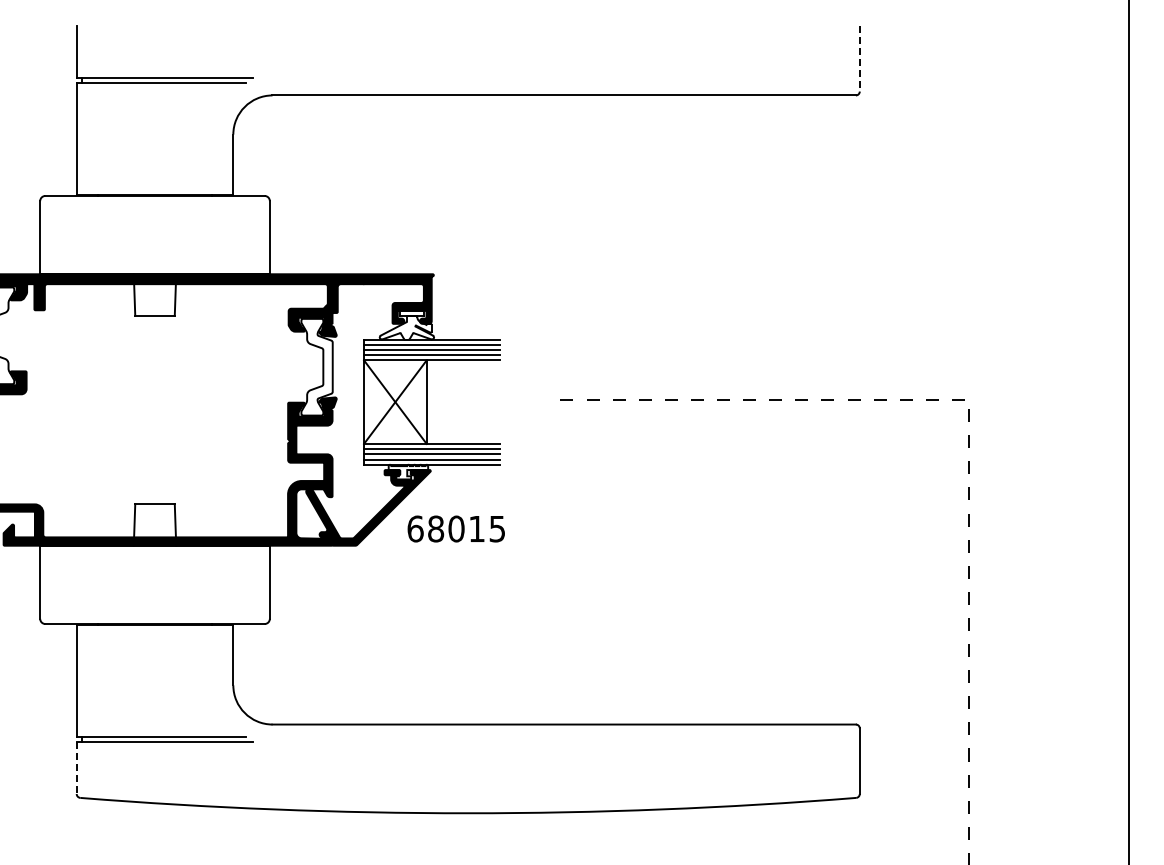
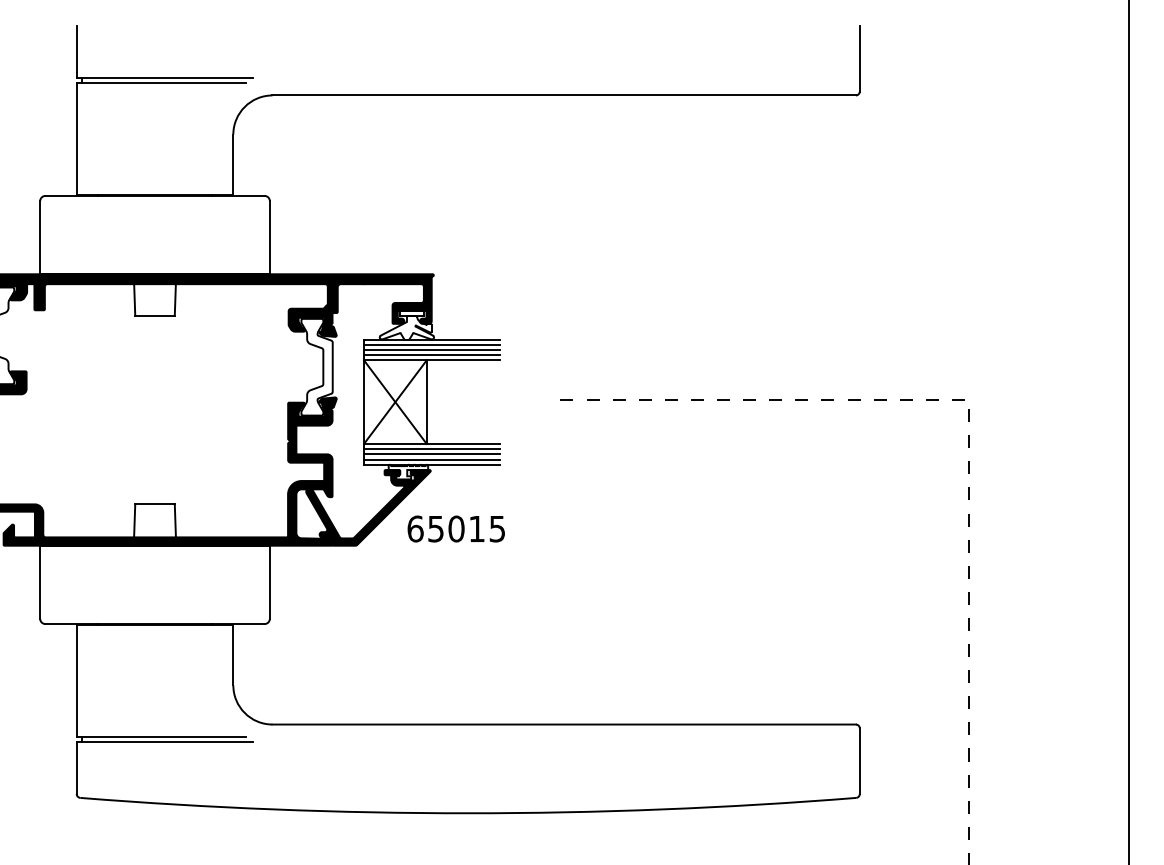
line at (859, 58): dashed -> solid
text at (436, 528): 68015 -> 65015
line at (76, 768): dashed -> solid
